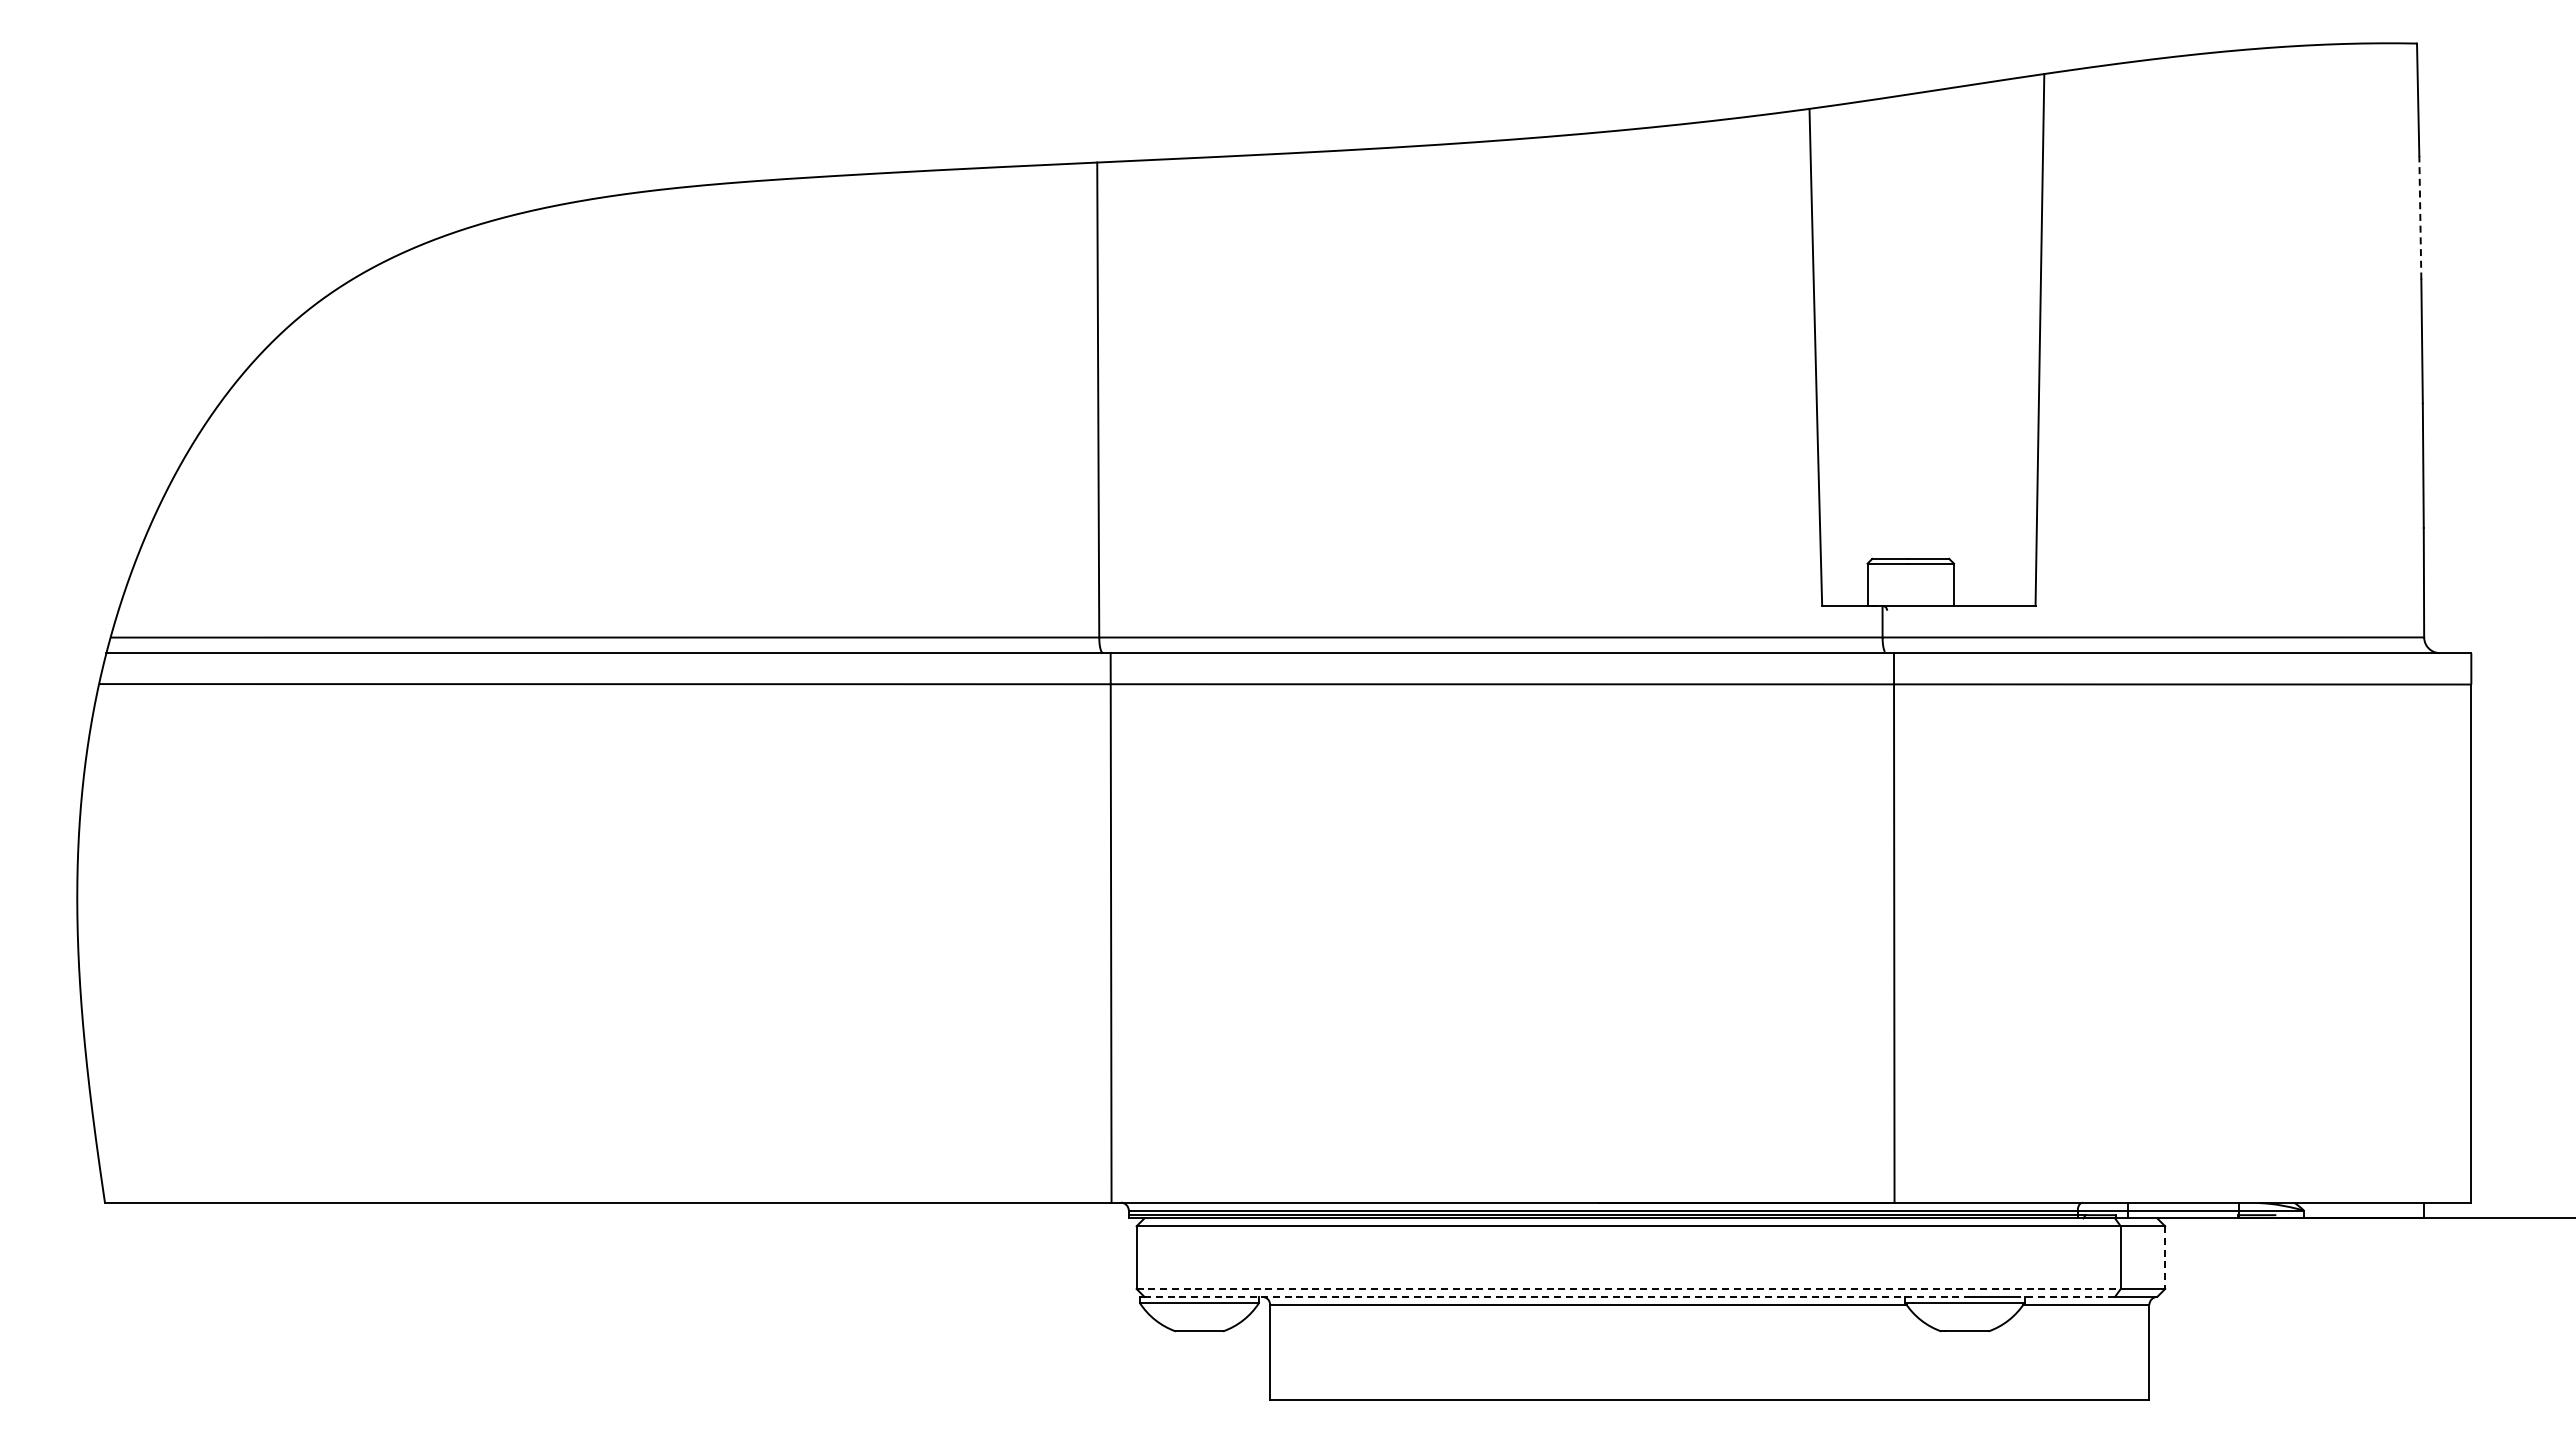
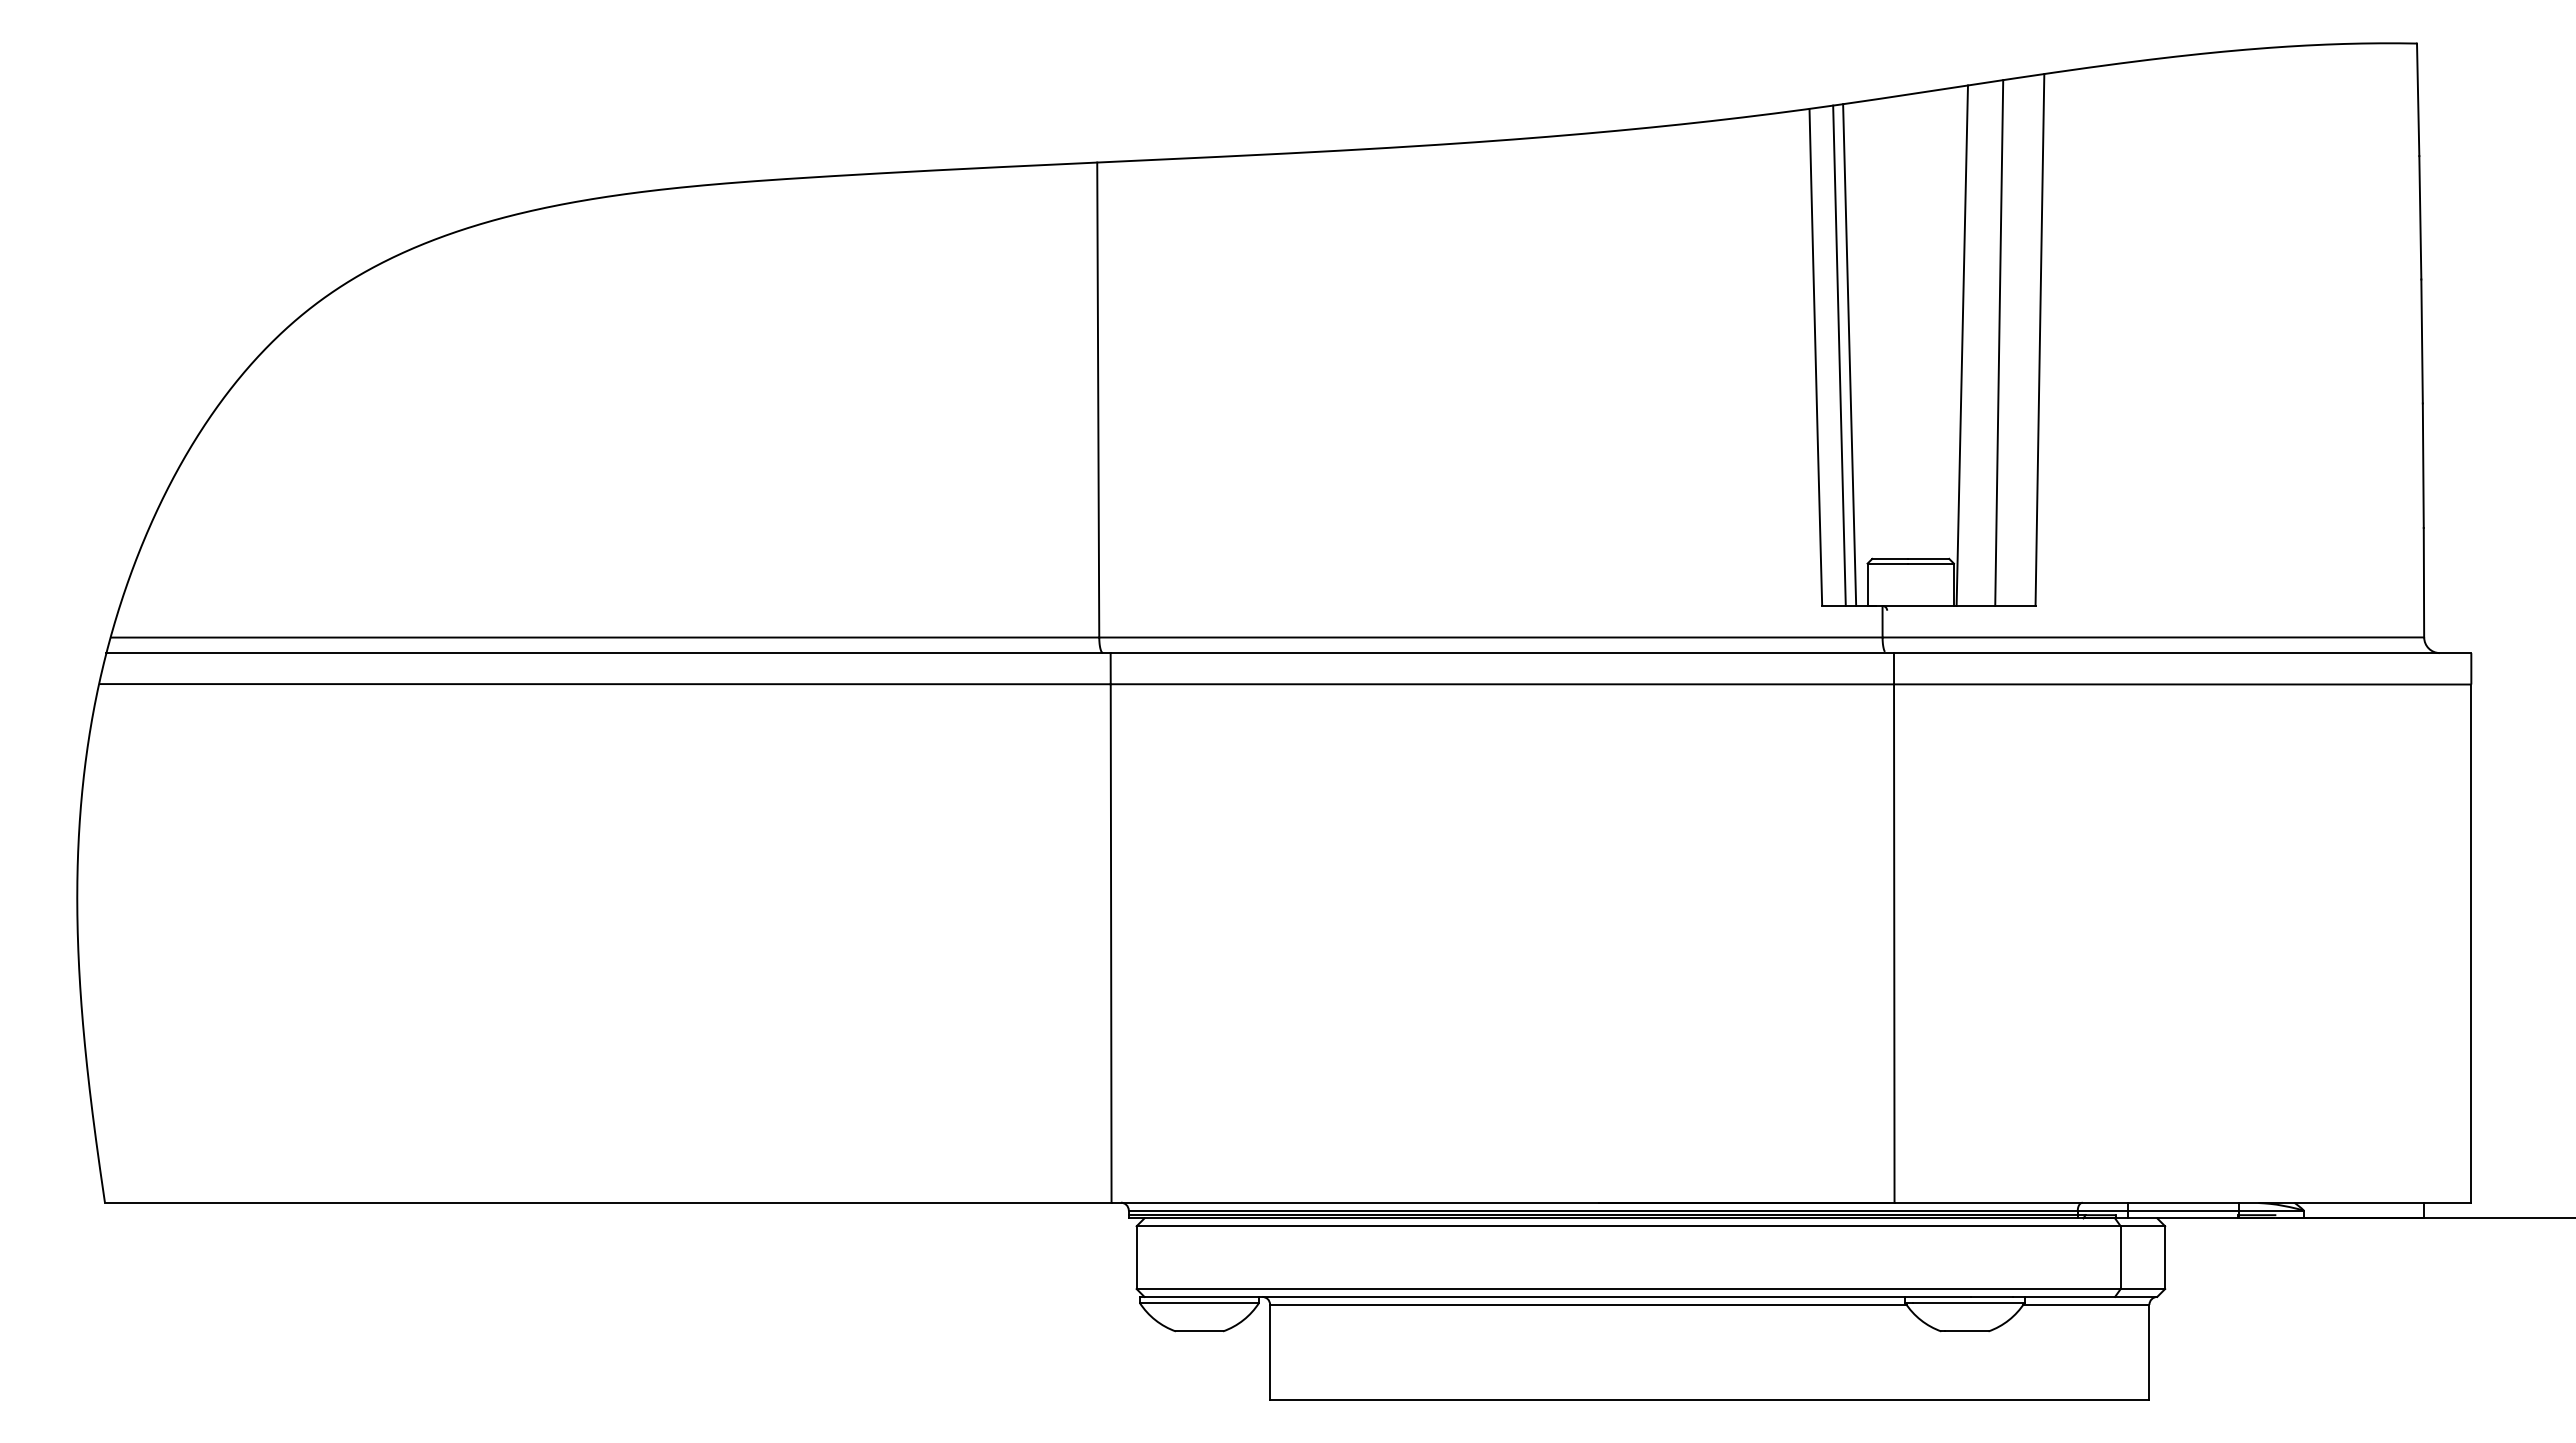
line at (2420, 217): dashed -> solid
line at (1999, 343): none -> present
line at (1961, 345): none -> present
line at (1839, 355): none -> present
line at (1849, 355): none -> present
line at (2165, 1258): dashed -> solid
line at (1629, 1289): dashed -> solid
line at (1558, 1296): dashed -> solid
line at (2064, 1296): dashed -> solid
